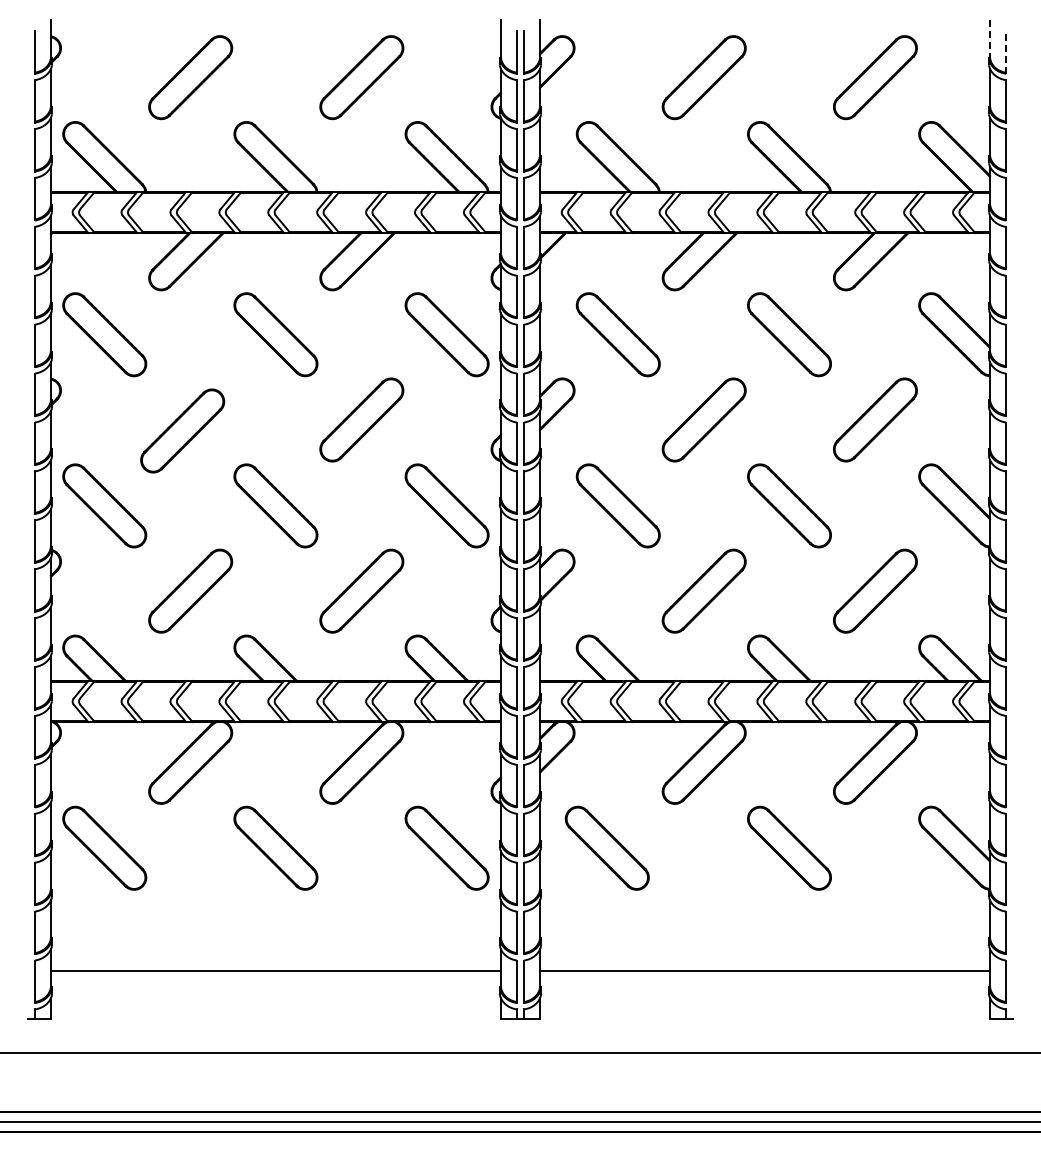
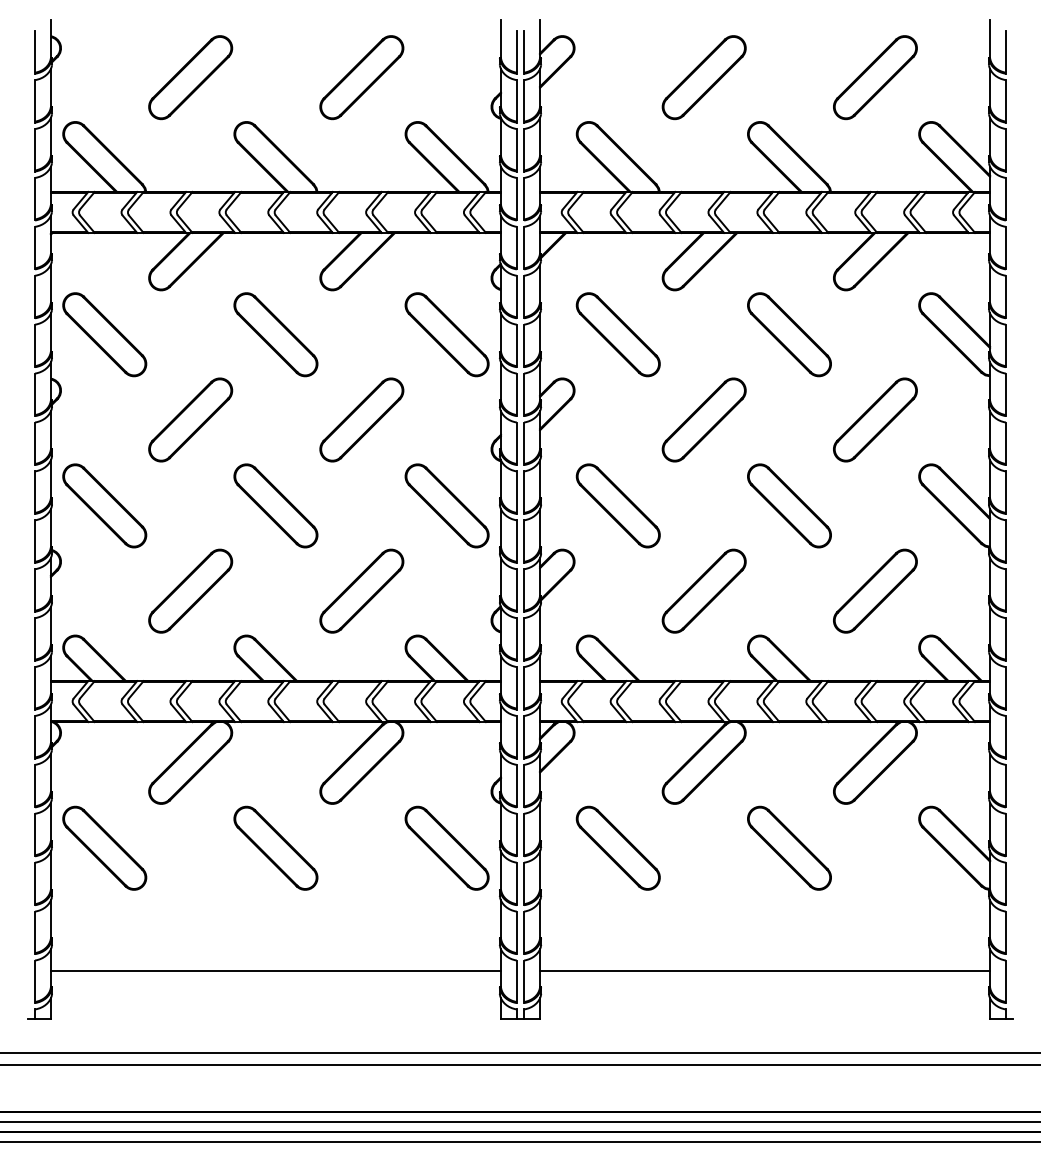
line at (990, 39): dashed -> solid
line at (1005, 52): dashed -> solid
part at (182, 430) position: (182, 430) -> (190, 419)
part at (606, 847) position: (606, 847) -> (617, 847)
line at (519, 1065): none -> present
line at (519, 1141): none -> present
